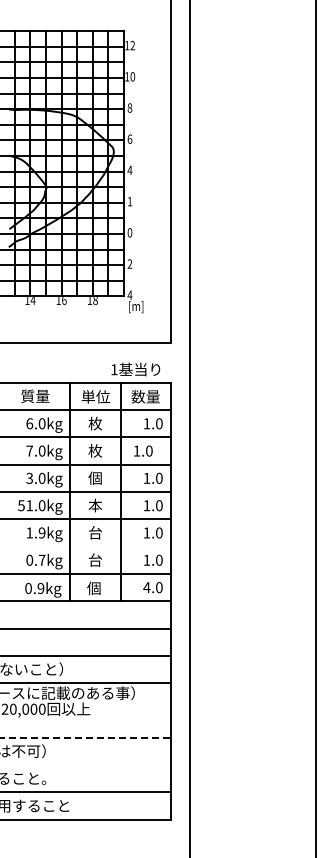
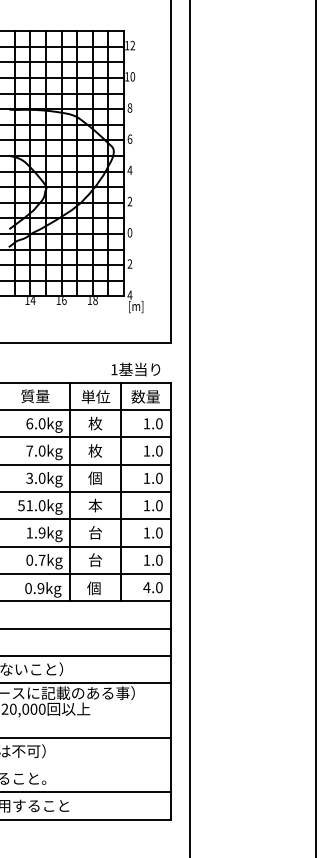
text at (129, 201): 1 -> 2
text at (143, 450) position: (143, 450) -> (153, 450)
line at (86, 546): none -> present
line at (85, 737): dashed -> solid
